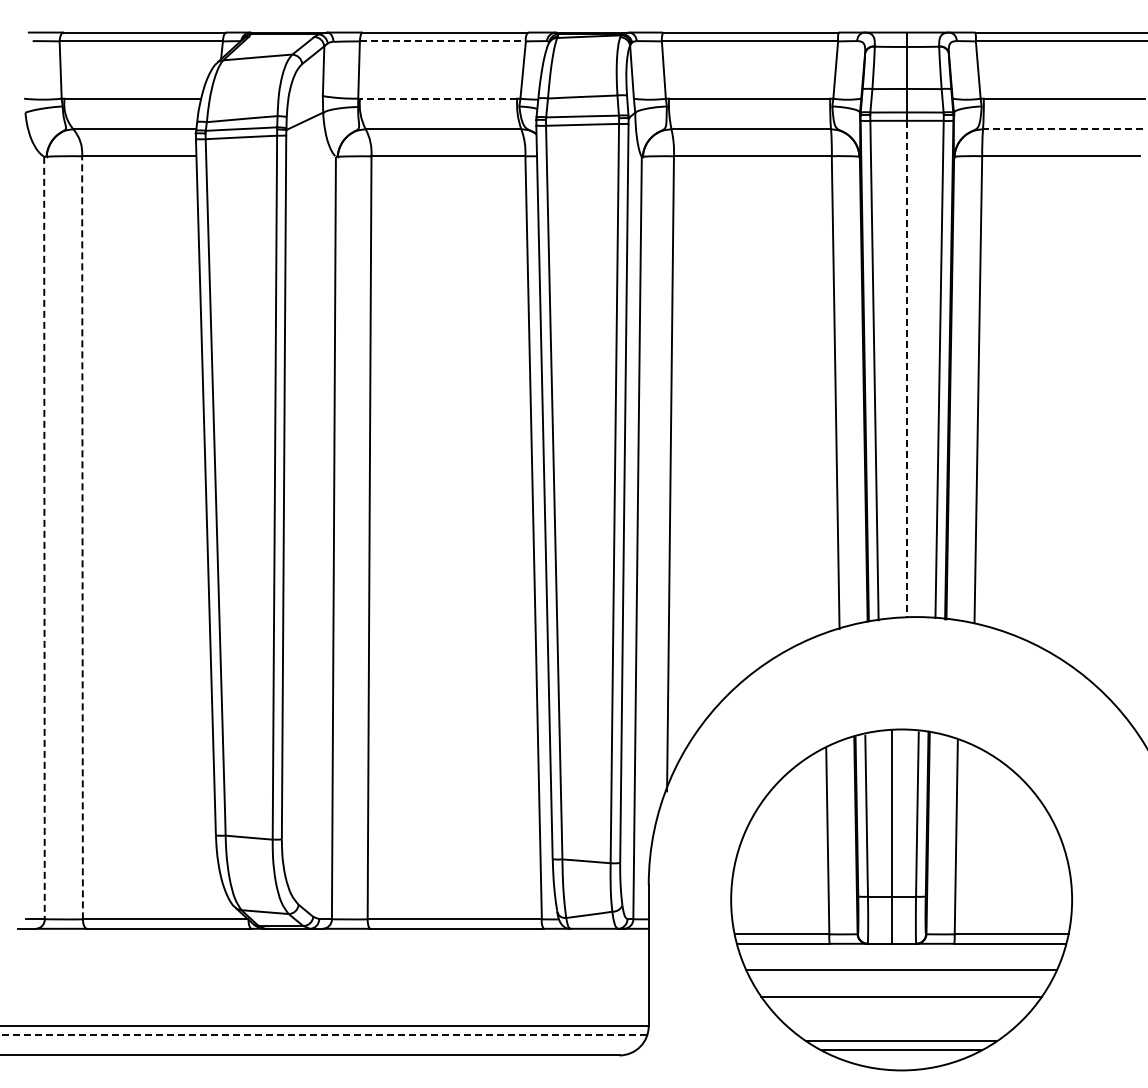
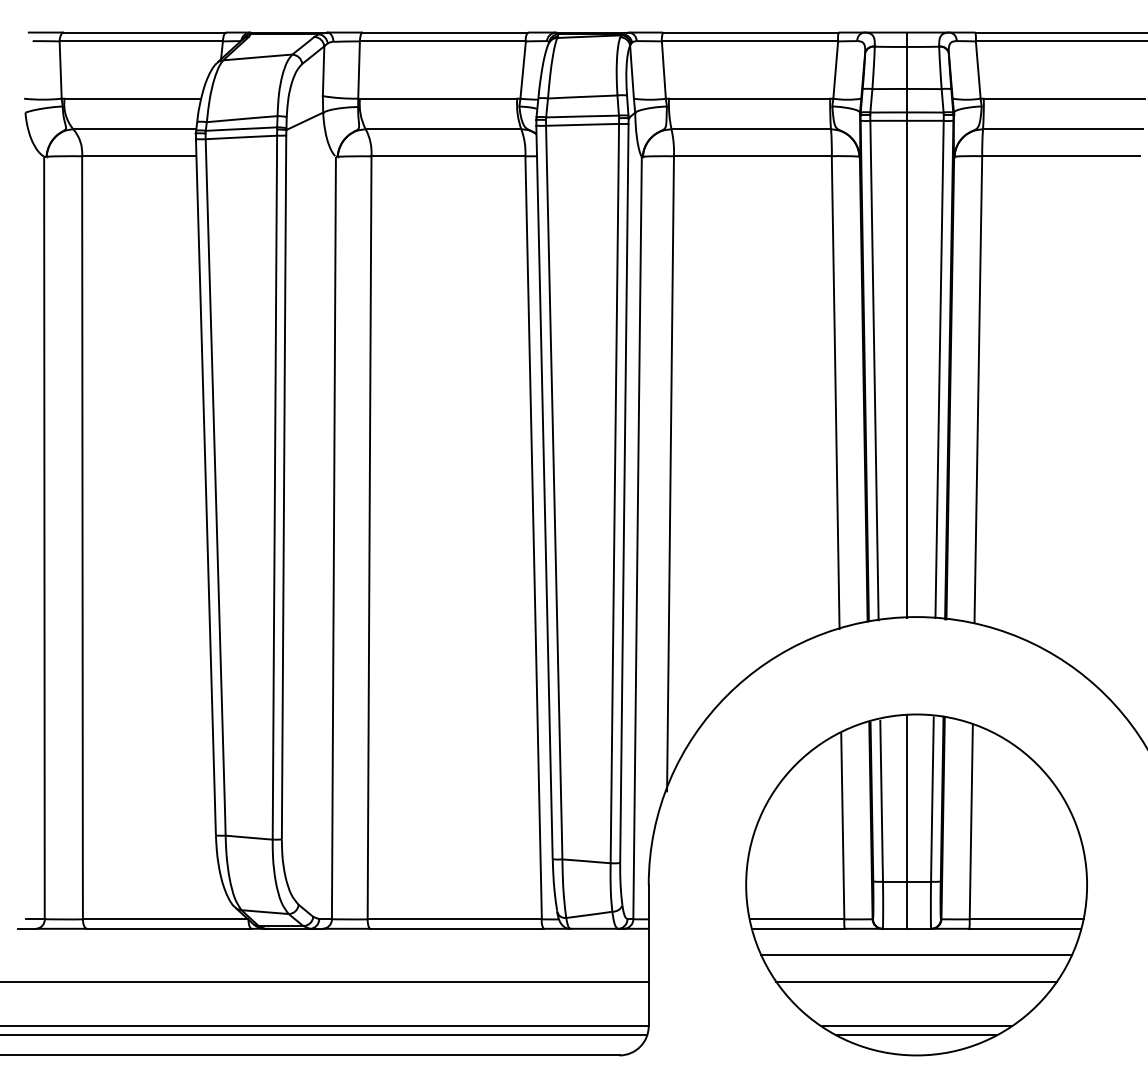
line at (442, 41): dashed -> solid
line at (438, 98): dashed -> solid
line at (1062, 129): dashed -> solid
line at (906, 369): dashed -> solid
line at (82, 538): dashed -> solid
line at (44, 539): dashed -> solid
part at (901, 899) position: (901, 899) -> (916, 884)
line at (325, 981): none -> present
line at (323, 1035): dashed -> solid
